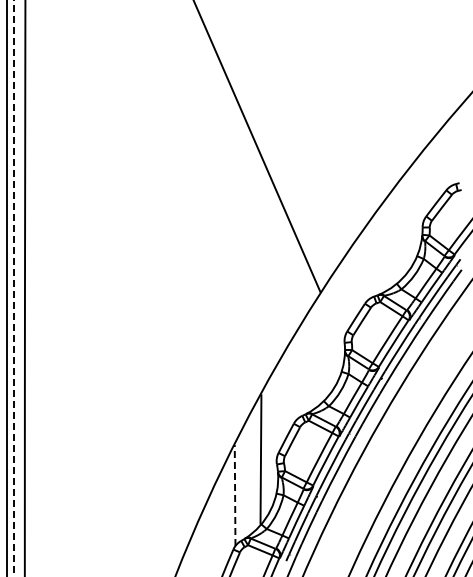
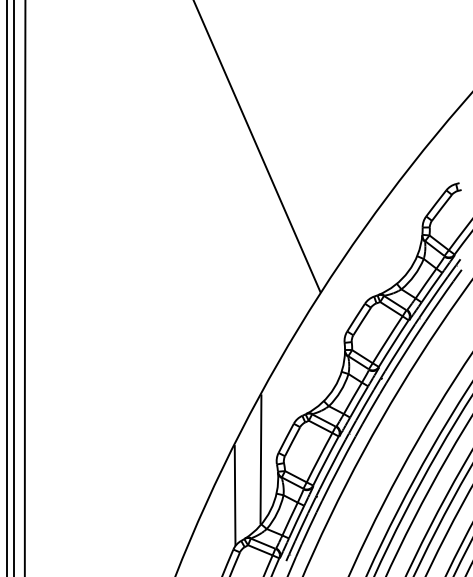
line at (14, 288): dashed -> solid
line at (235, 495): dashed -> solid
